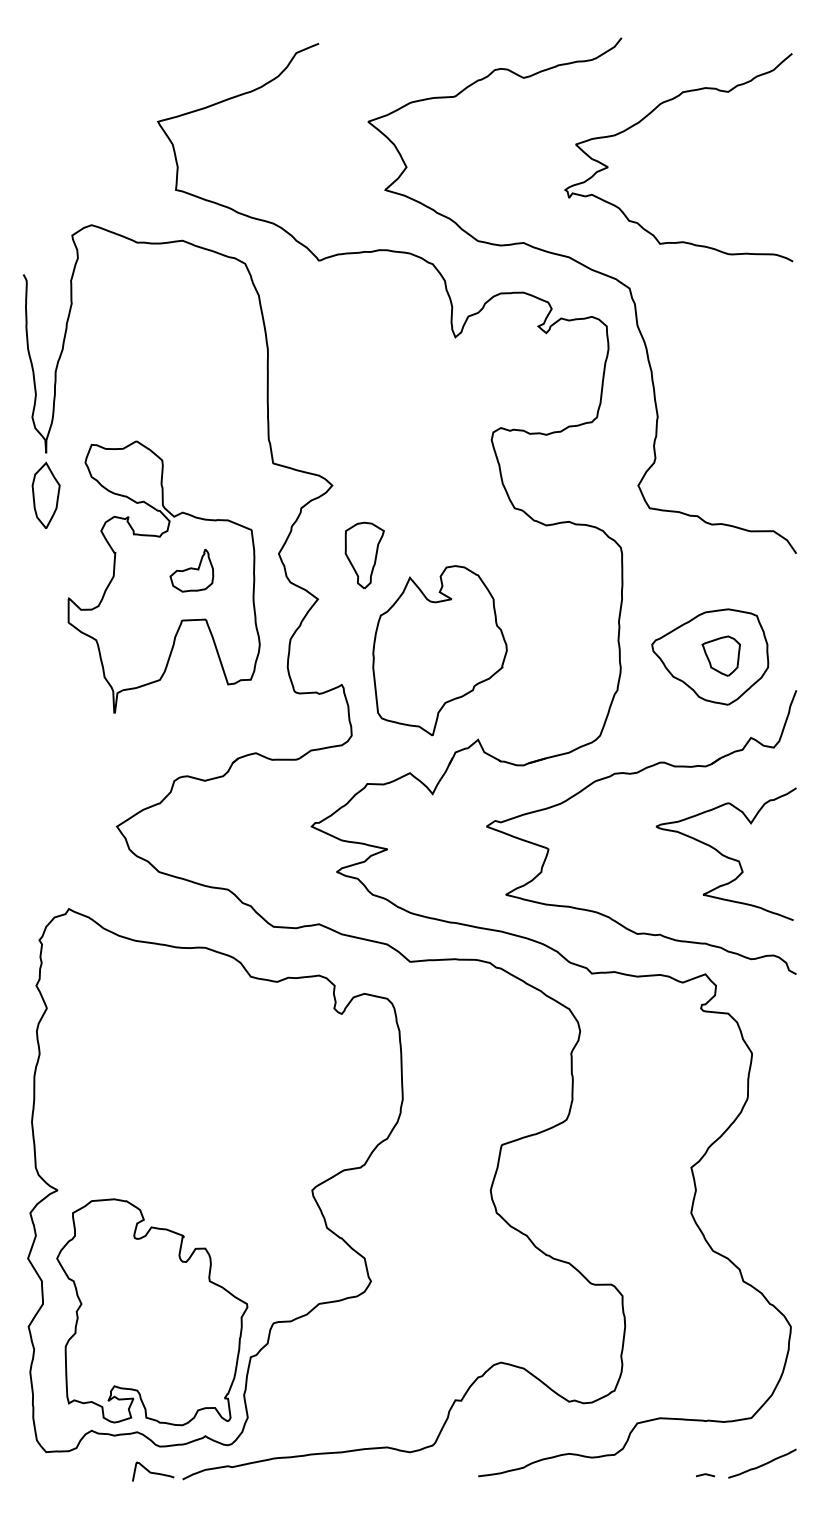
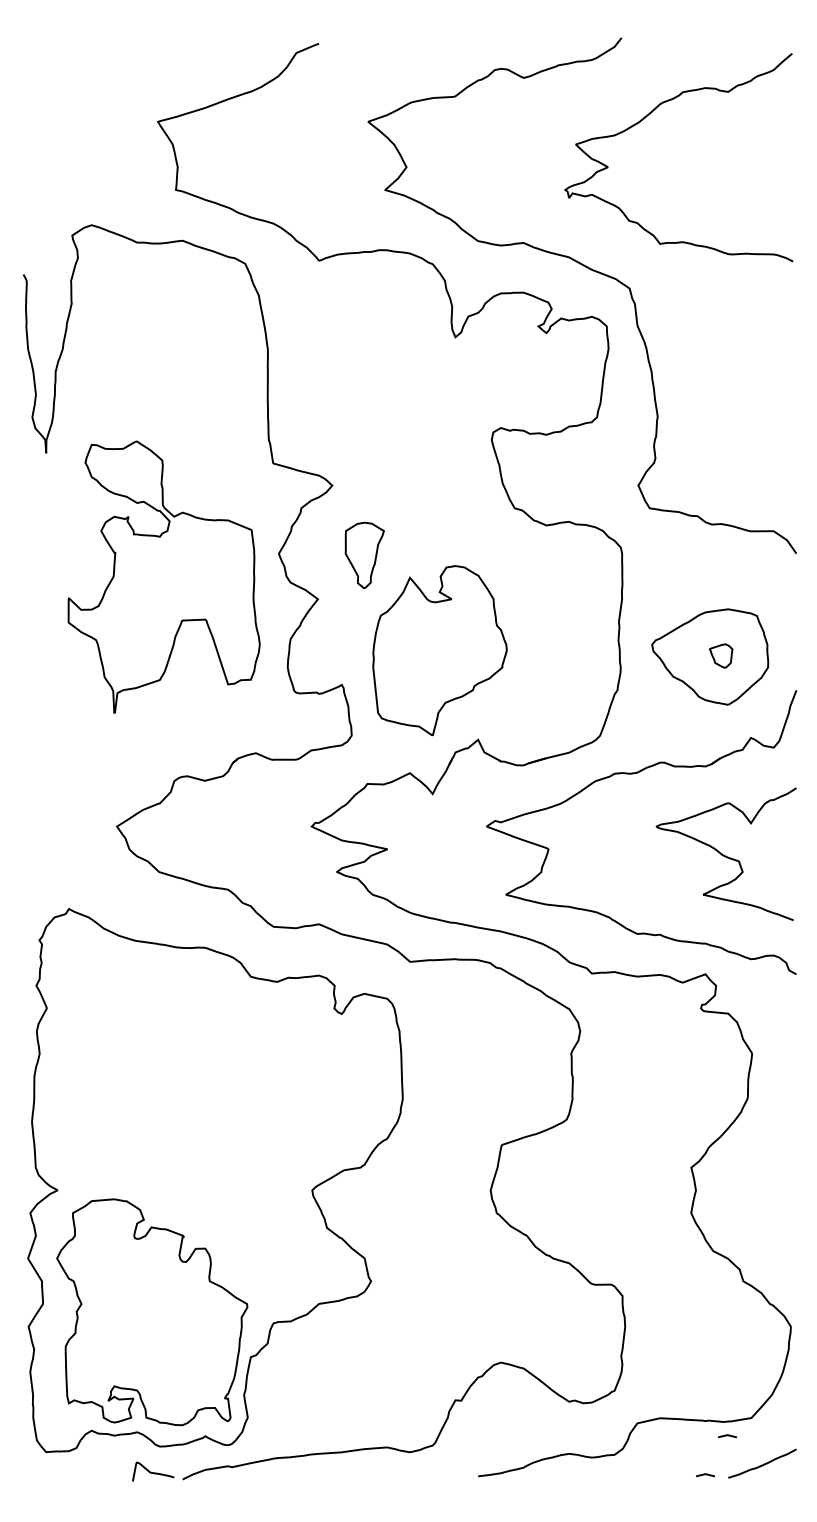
part at (45, 494): present -> none
part at (191, 570): present -> none
part at (720, 655) size: 40x42 px -> 25x26 px
line at (727, 1436): none -> present
